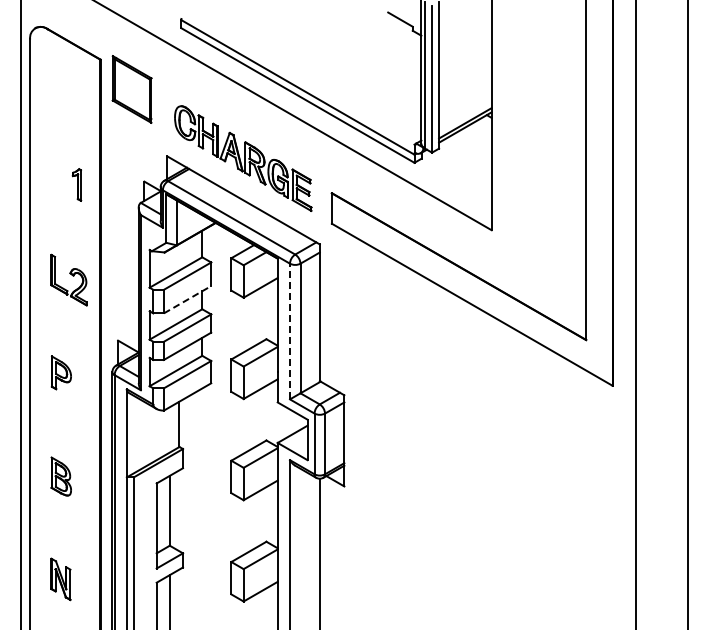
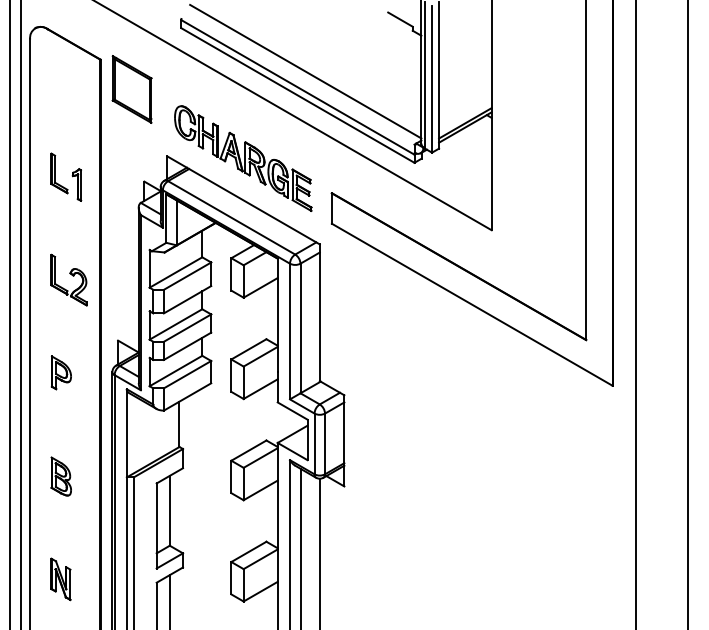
line at (305, 71): none -> present
part at (59, 173): none -> present
line at (187, 299): dashed -> solid
line at (10, 314): none -> present
line at (289, 331): dashed -> solid
line at (300, 547): none -> present
